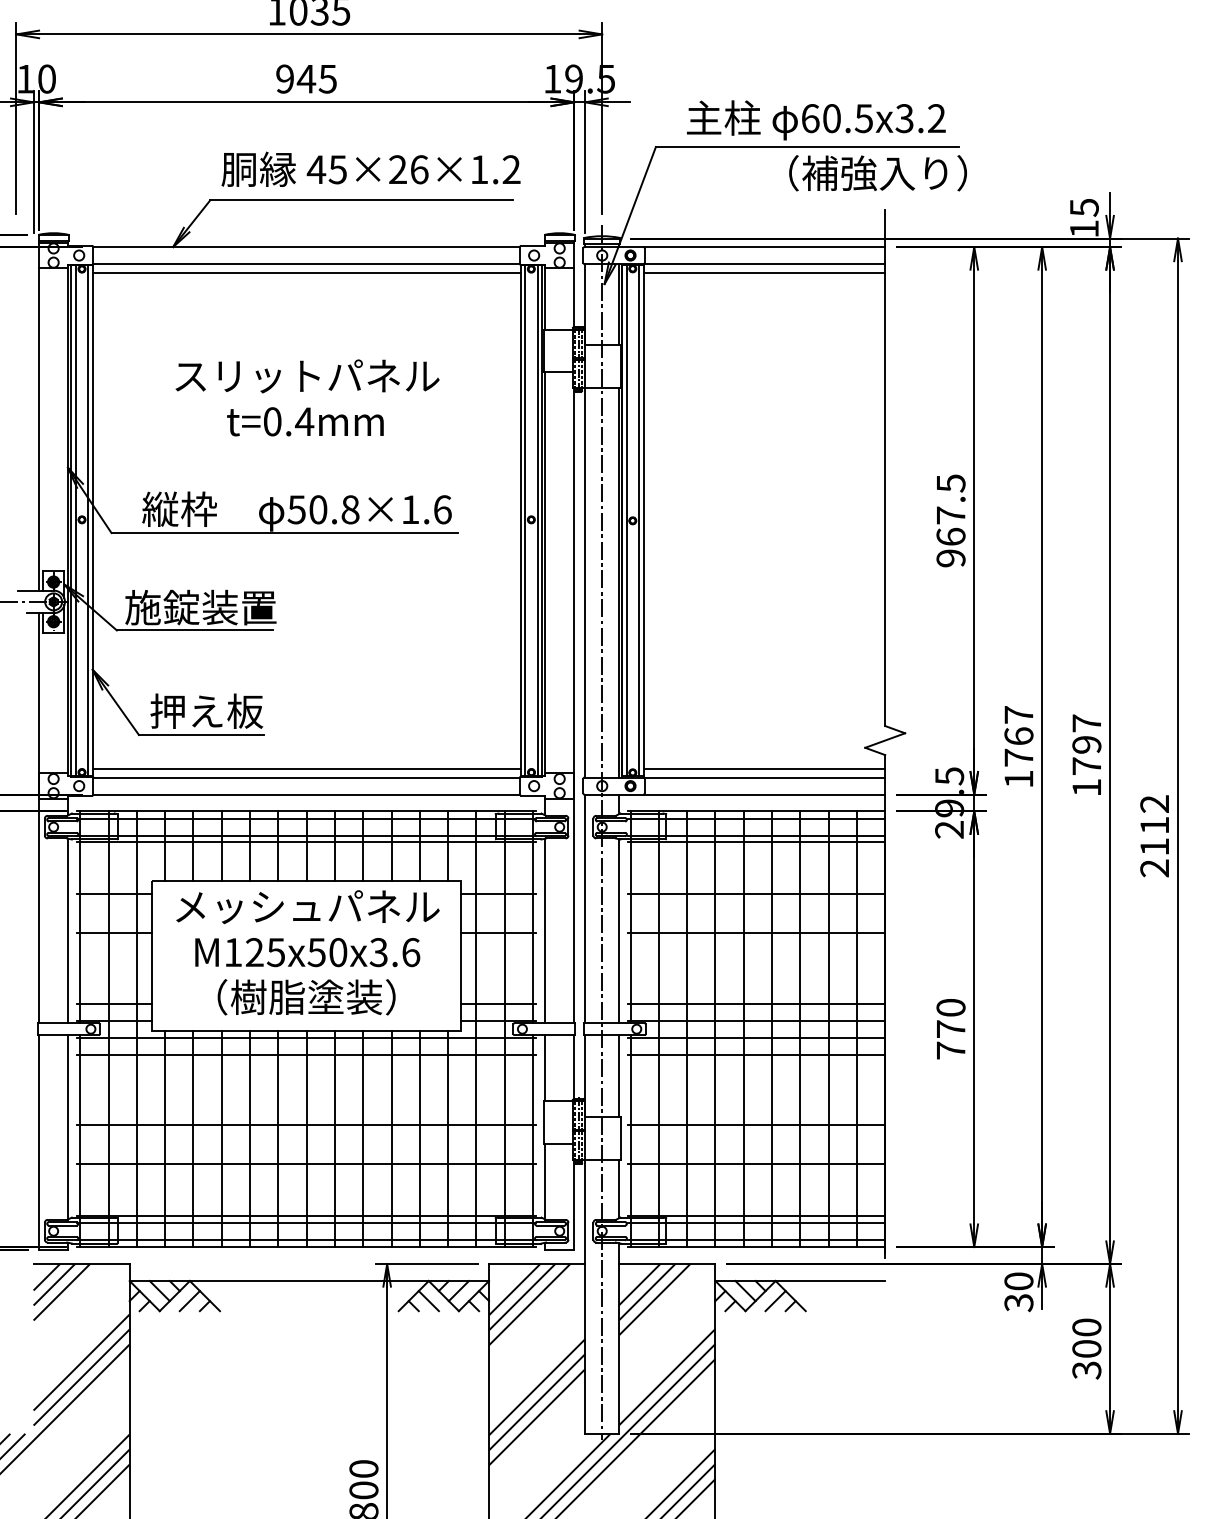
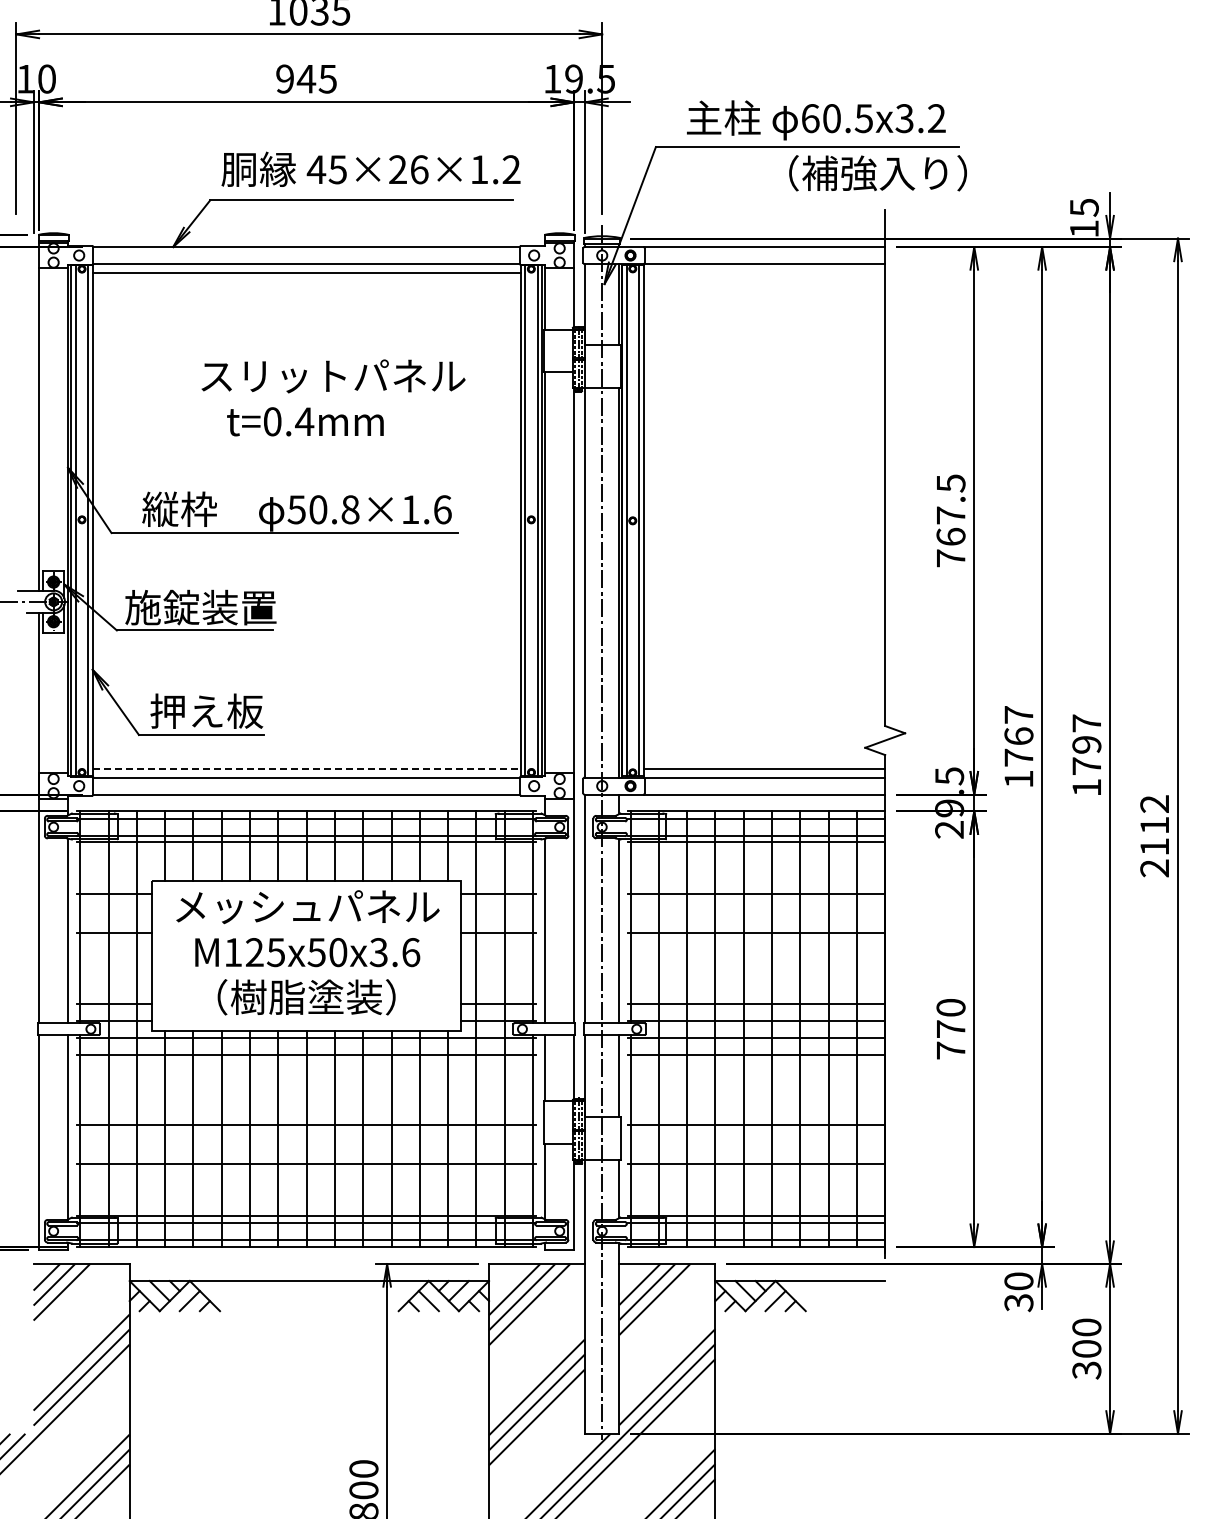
line at (764, 272): present -> none
text at (307, 376) position: (307, 376) -> (333, 376)
text at (950, 558): 967.5 -> 767.5
line at (306, 769): solid -> dashed
